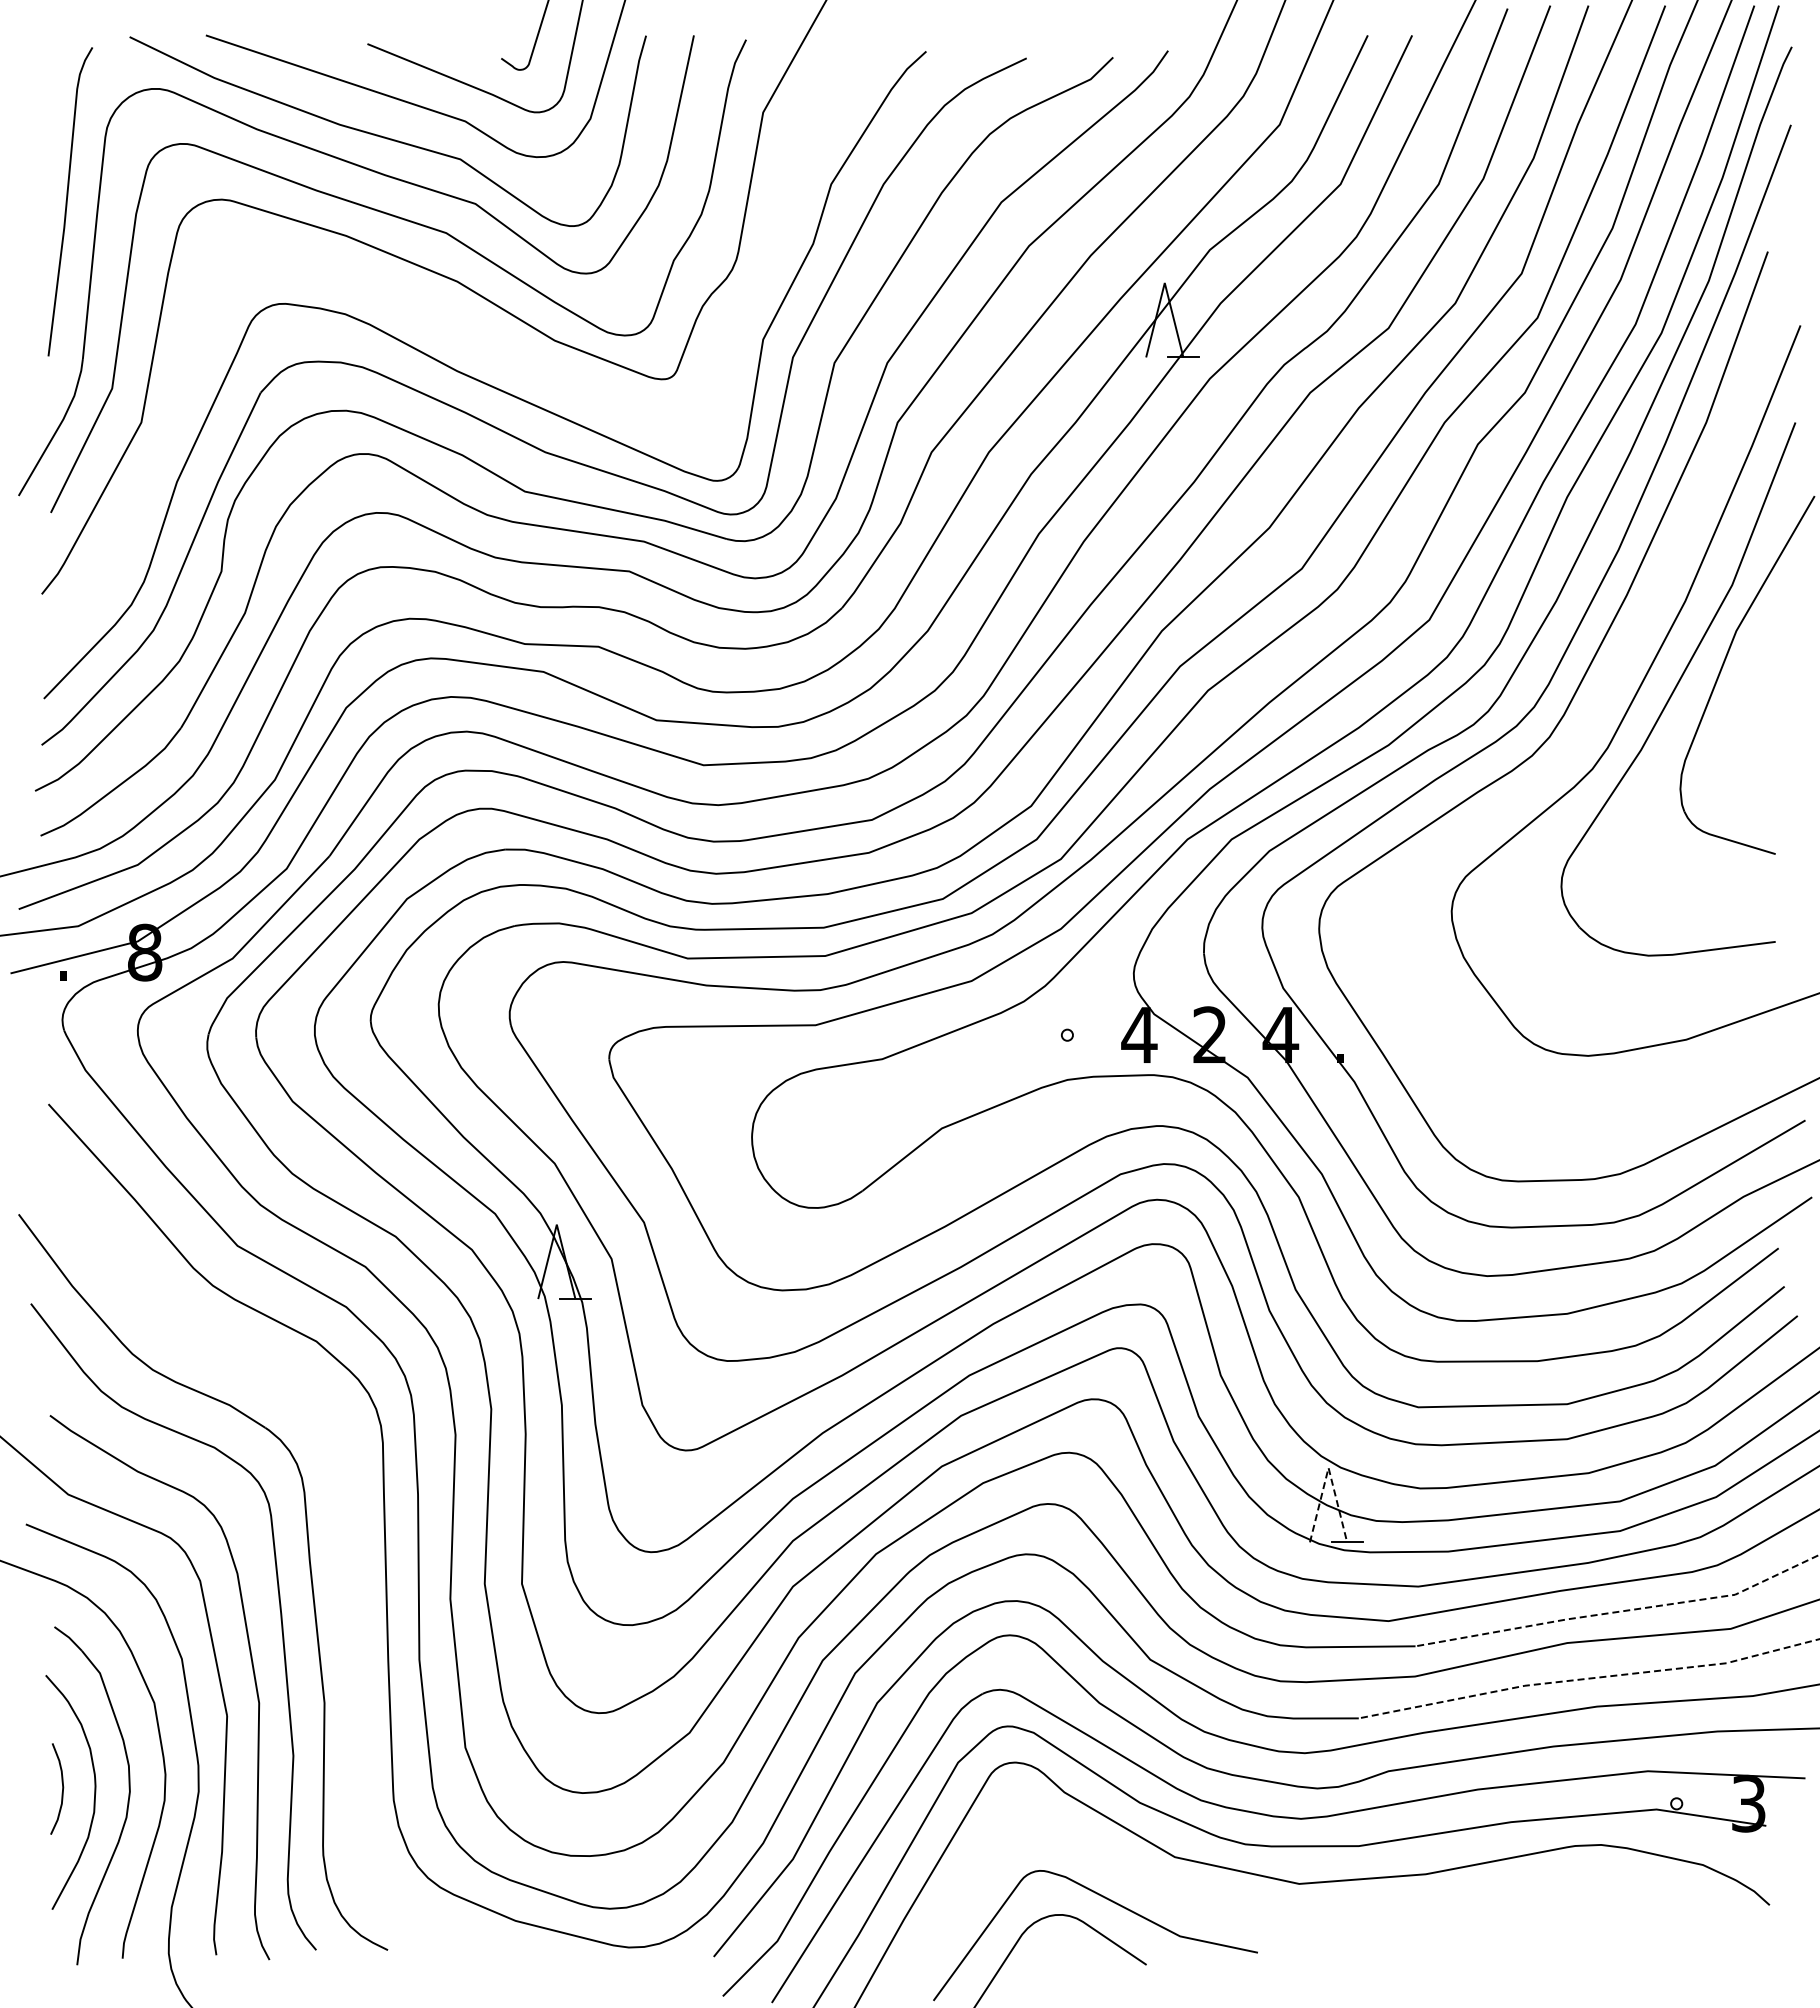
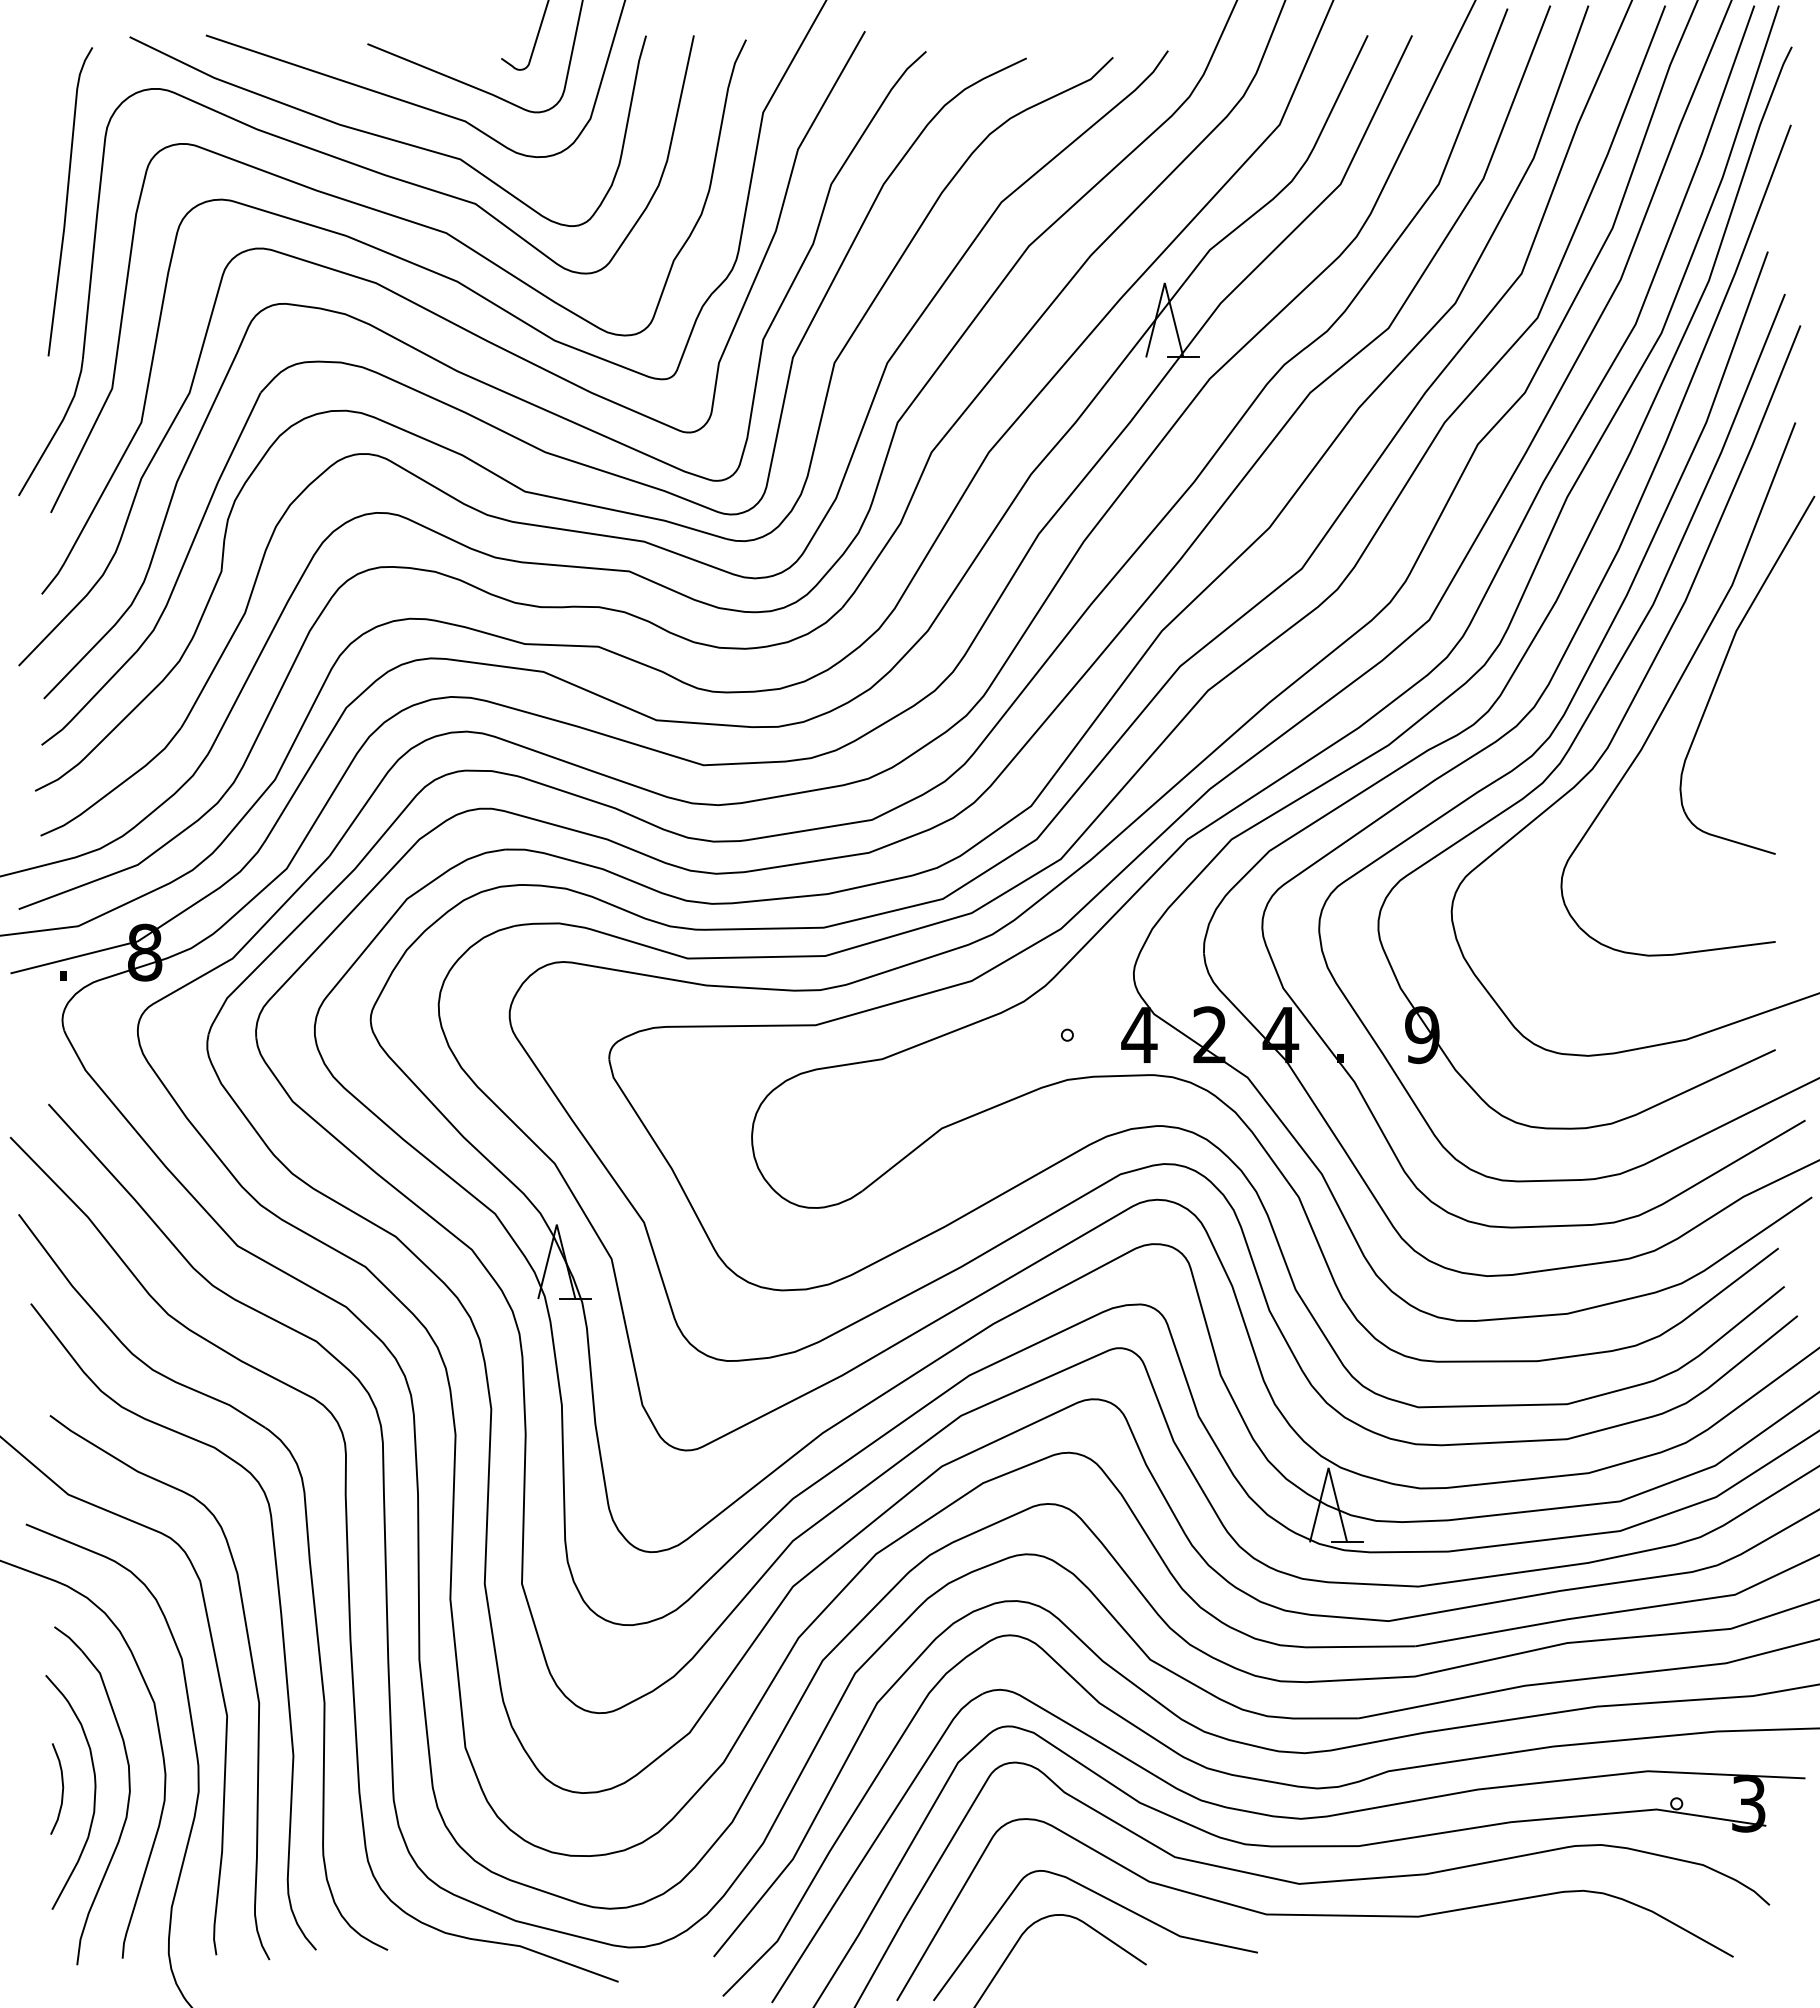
part at (456, 326): none -> present
part at (1587, 715): none -> present
line at (1328, 1467): dashed -> solid
curve at (346, 1559): none -> present
line at (1620, 1611): dashed -> solid
line at (1589, 1678): dashed -> solid
curve at (1314, 1914): none -> present
